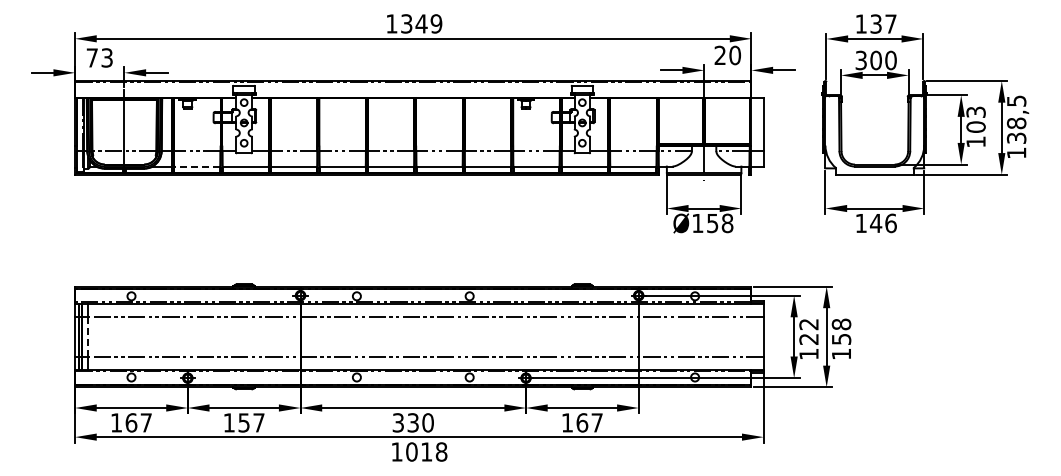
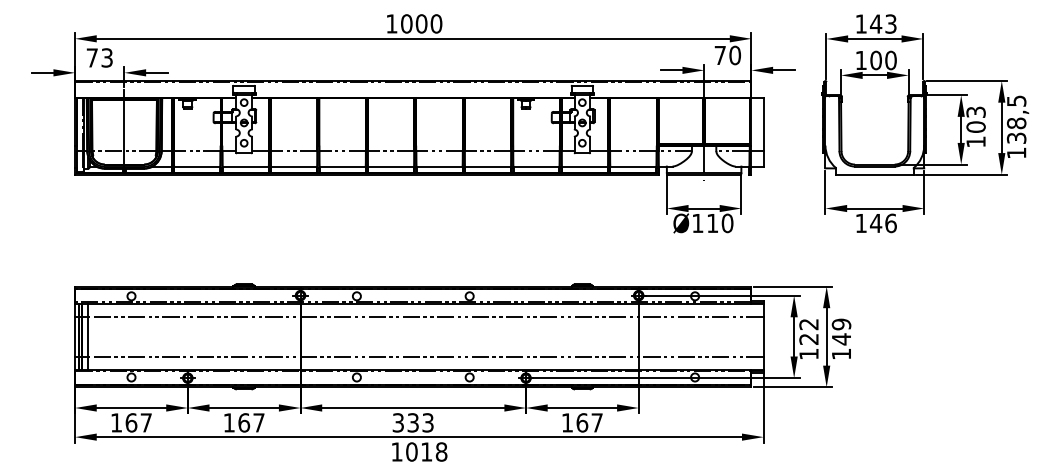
text at (421, 23): 1349 -> 1000
text at (883, 23): 137 -> 143
text at (719, 54): 20 -> 70
text at (860, 60): 300 -> 100
line at (196, 166): dashed -> solid
text at (720, 223): Ø158 -> Ø110
text at (841, 331): 158 -> 149
line at (87, 336): dashed -> solid
text at (244, 422): 157 -> 167
text at (427, 422): 330 -> 333
